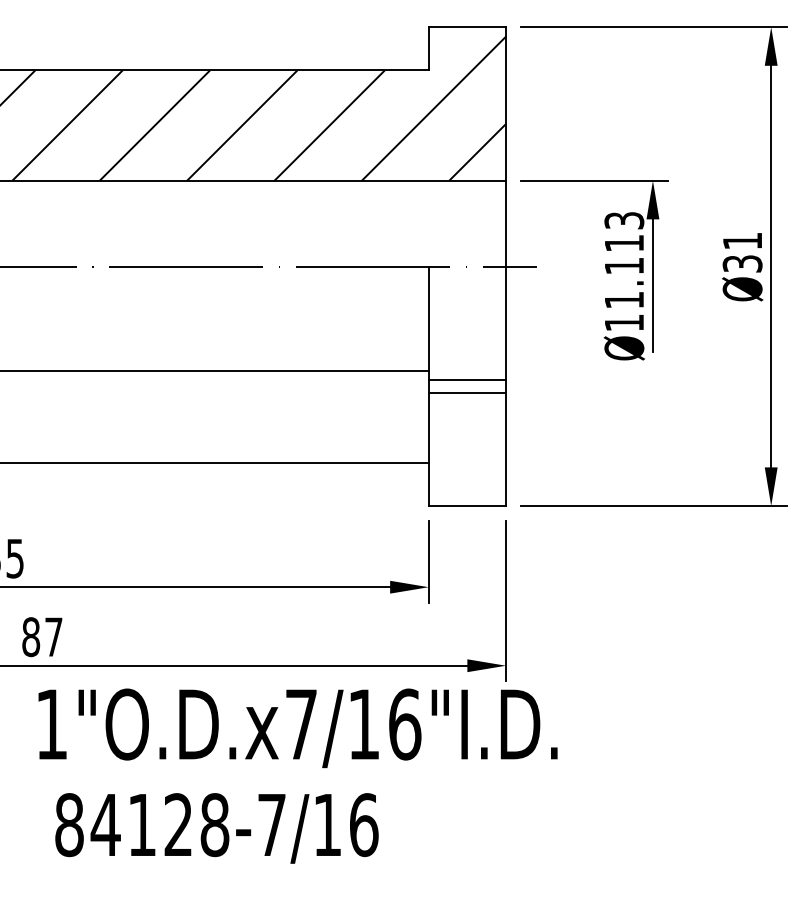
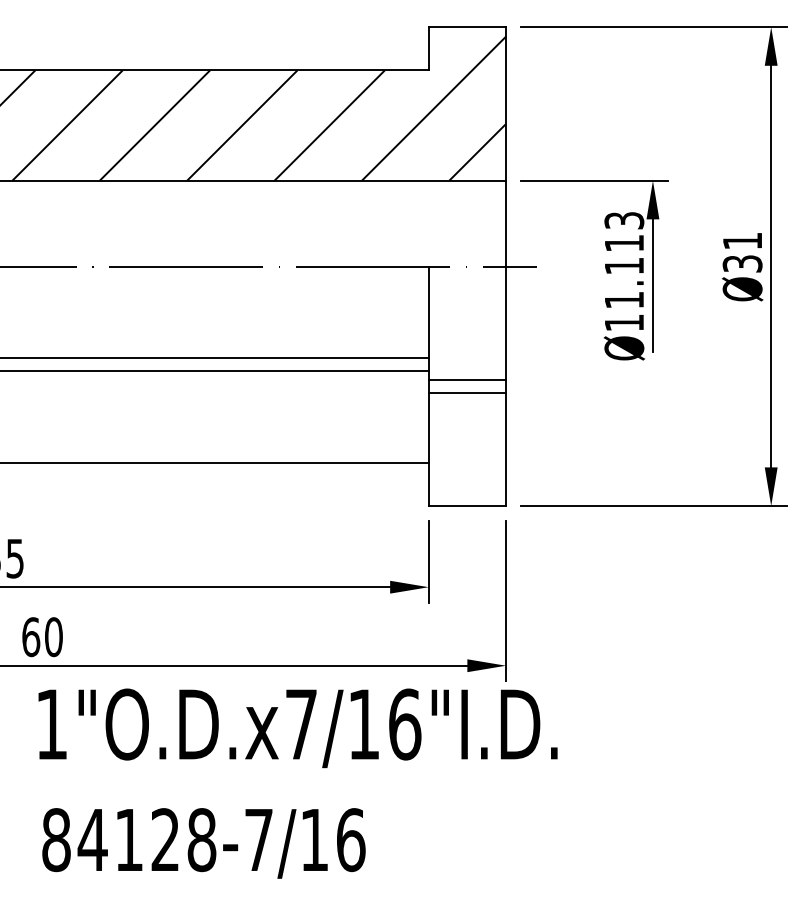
line at (215, 357): none -> present
text at (42, 637): 87 -> 60
text at (216, 828) position: (216, 828) -> (203, 843)
